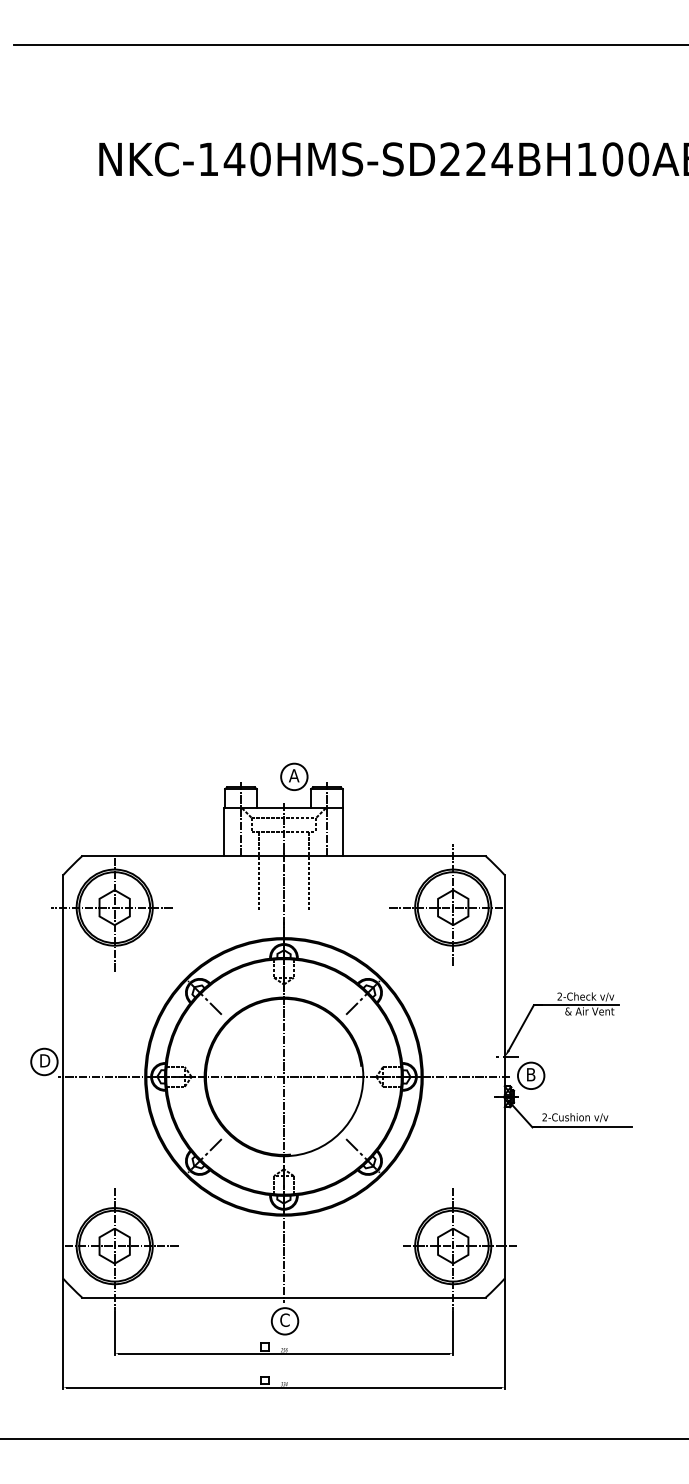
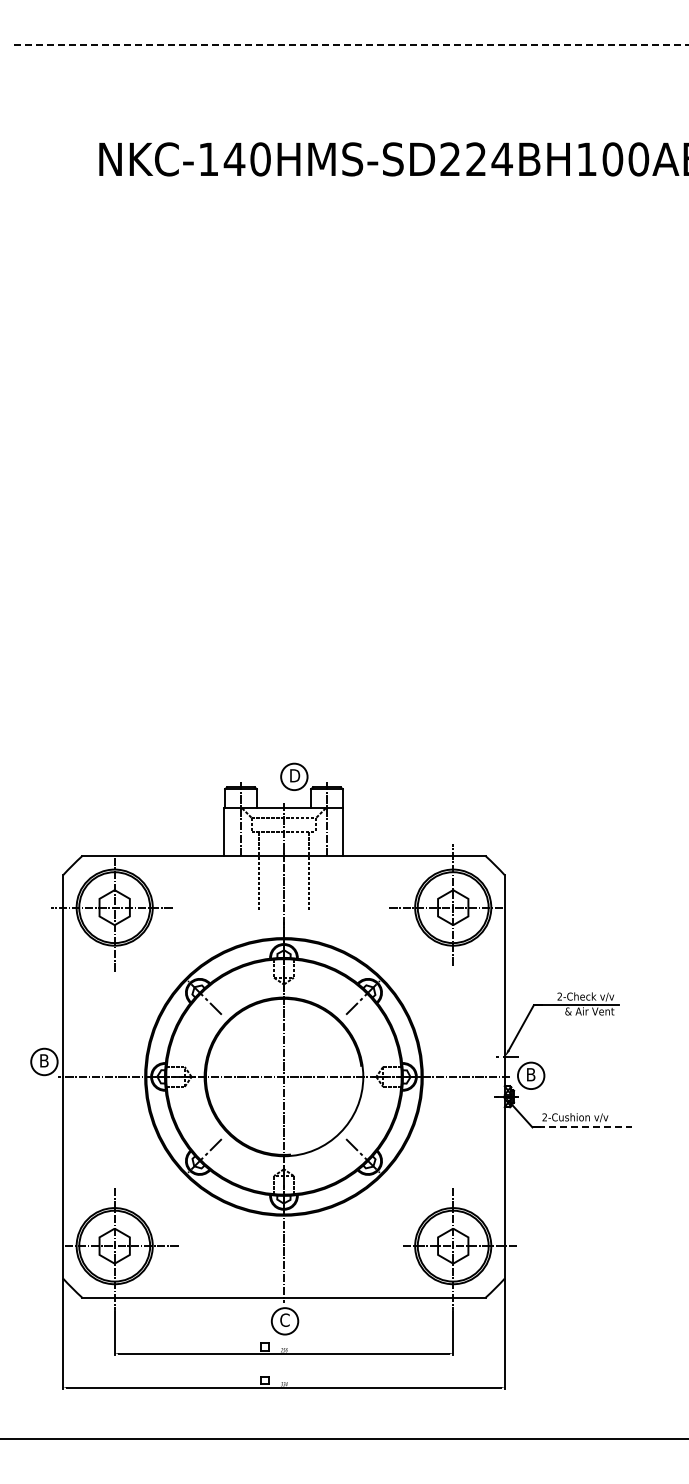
line at (351, 44): solid -> dashed
text at (294, 775): A -> D
text at (45, 1061): D -> B
line at (584, 1127): solid -> dashed
